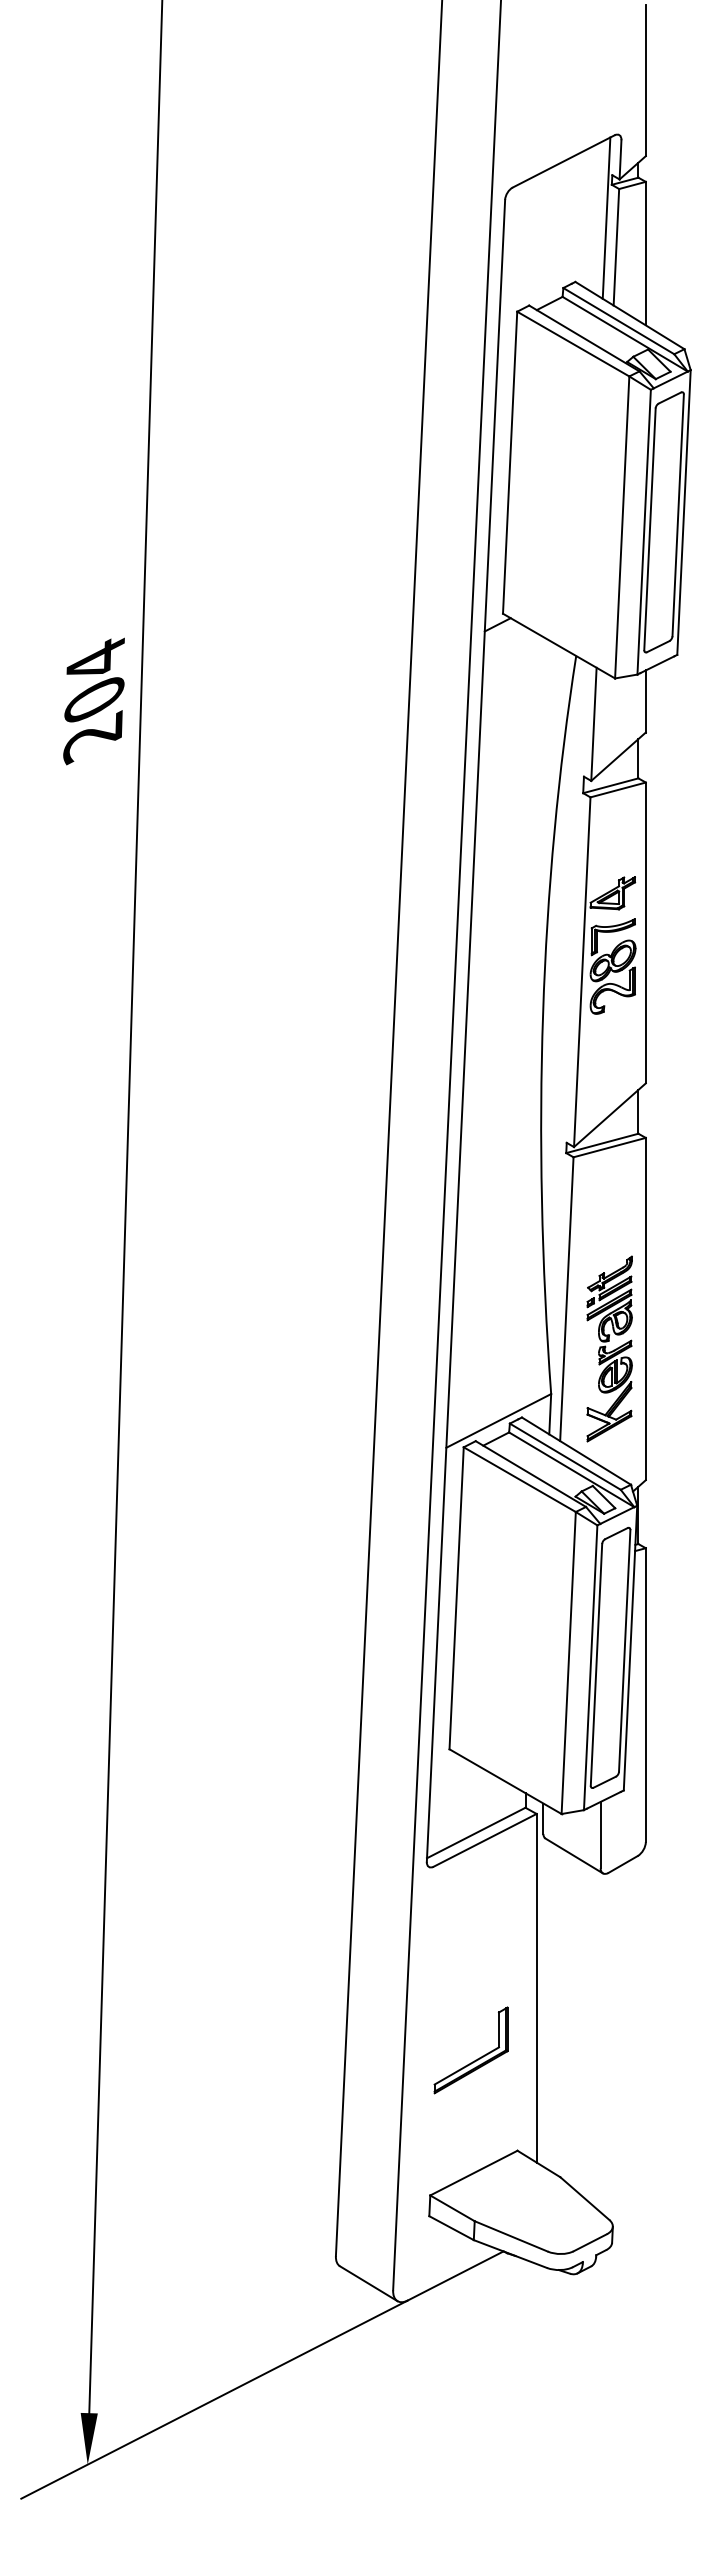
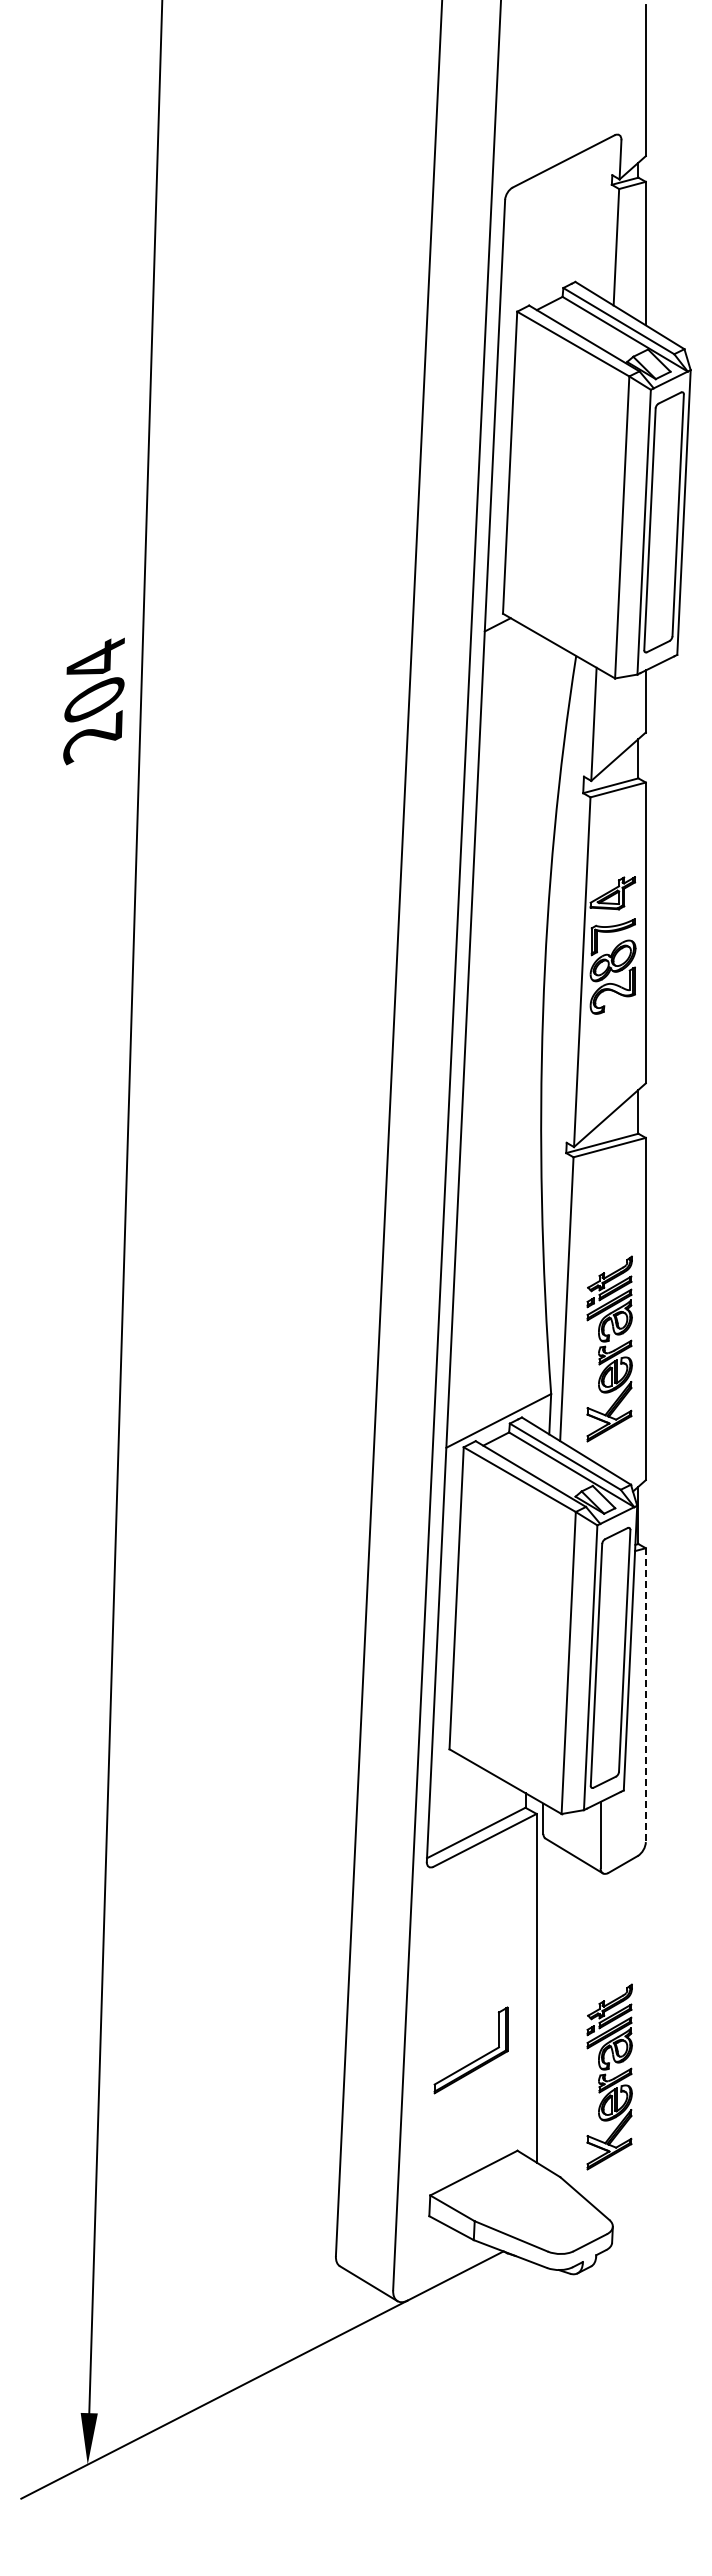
line at (606, 217): present -> none
line at (645, 1695): solid -> dashed
part at (609, 2076): none -> present
